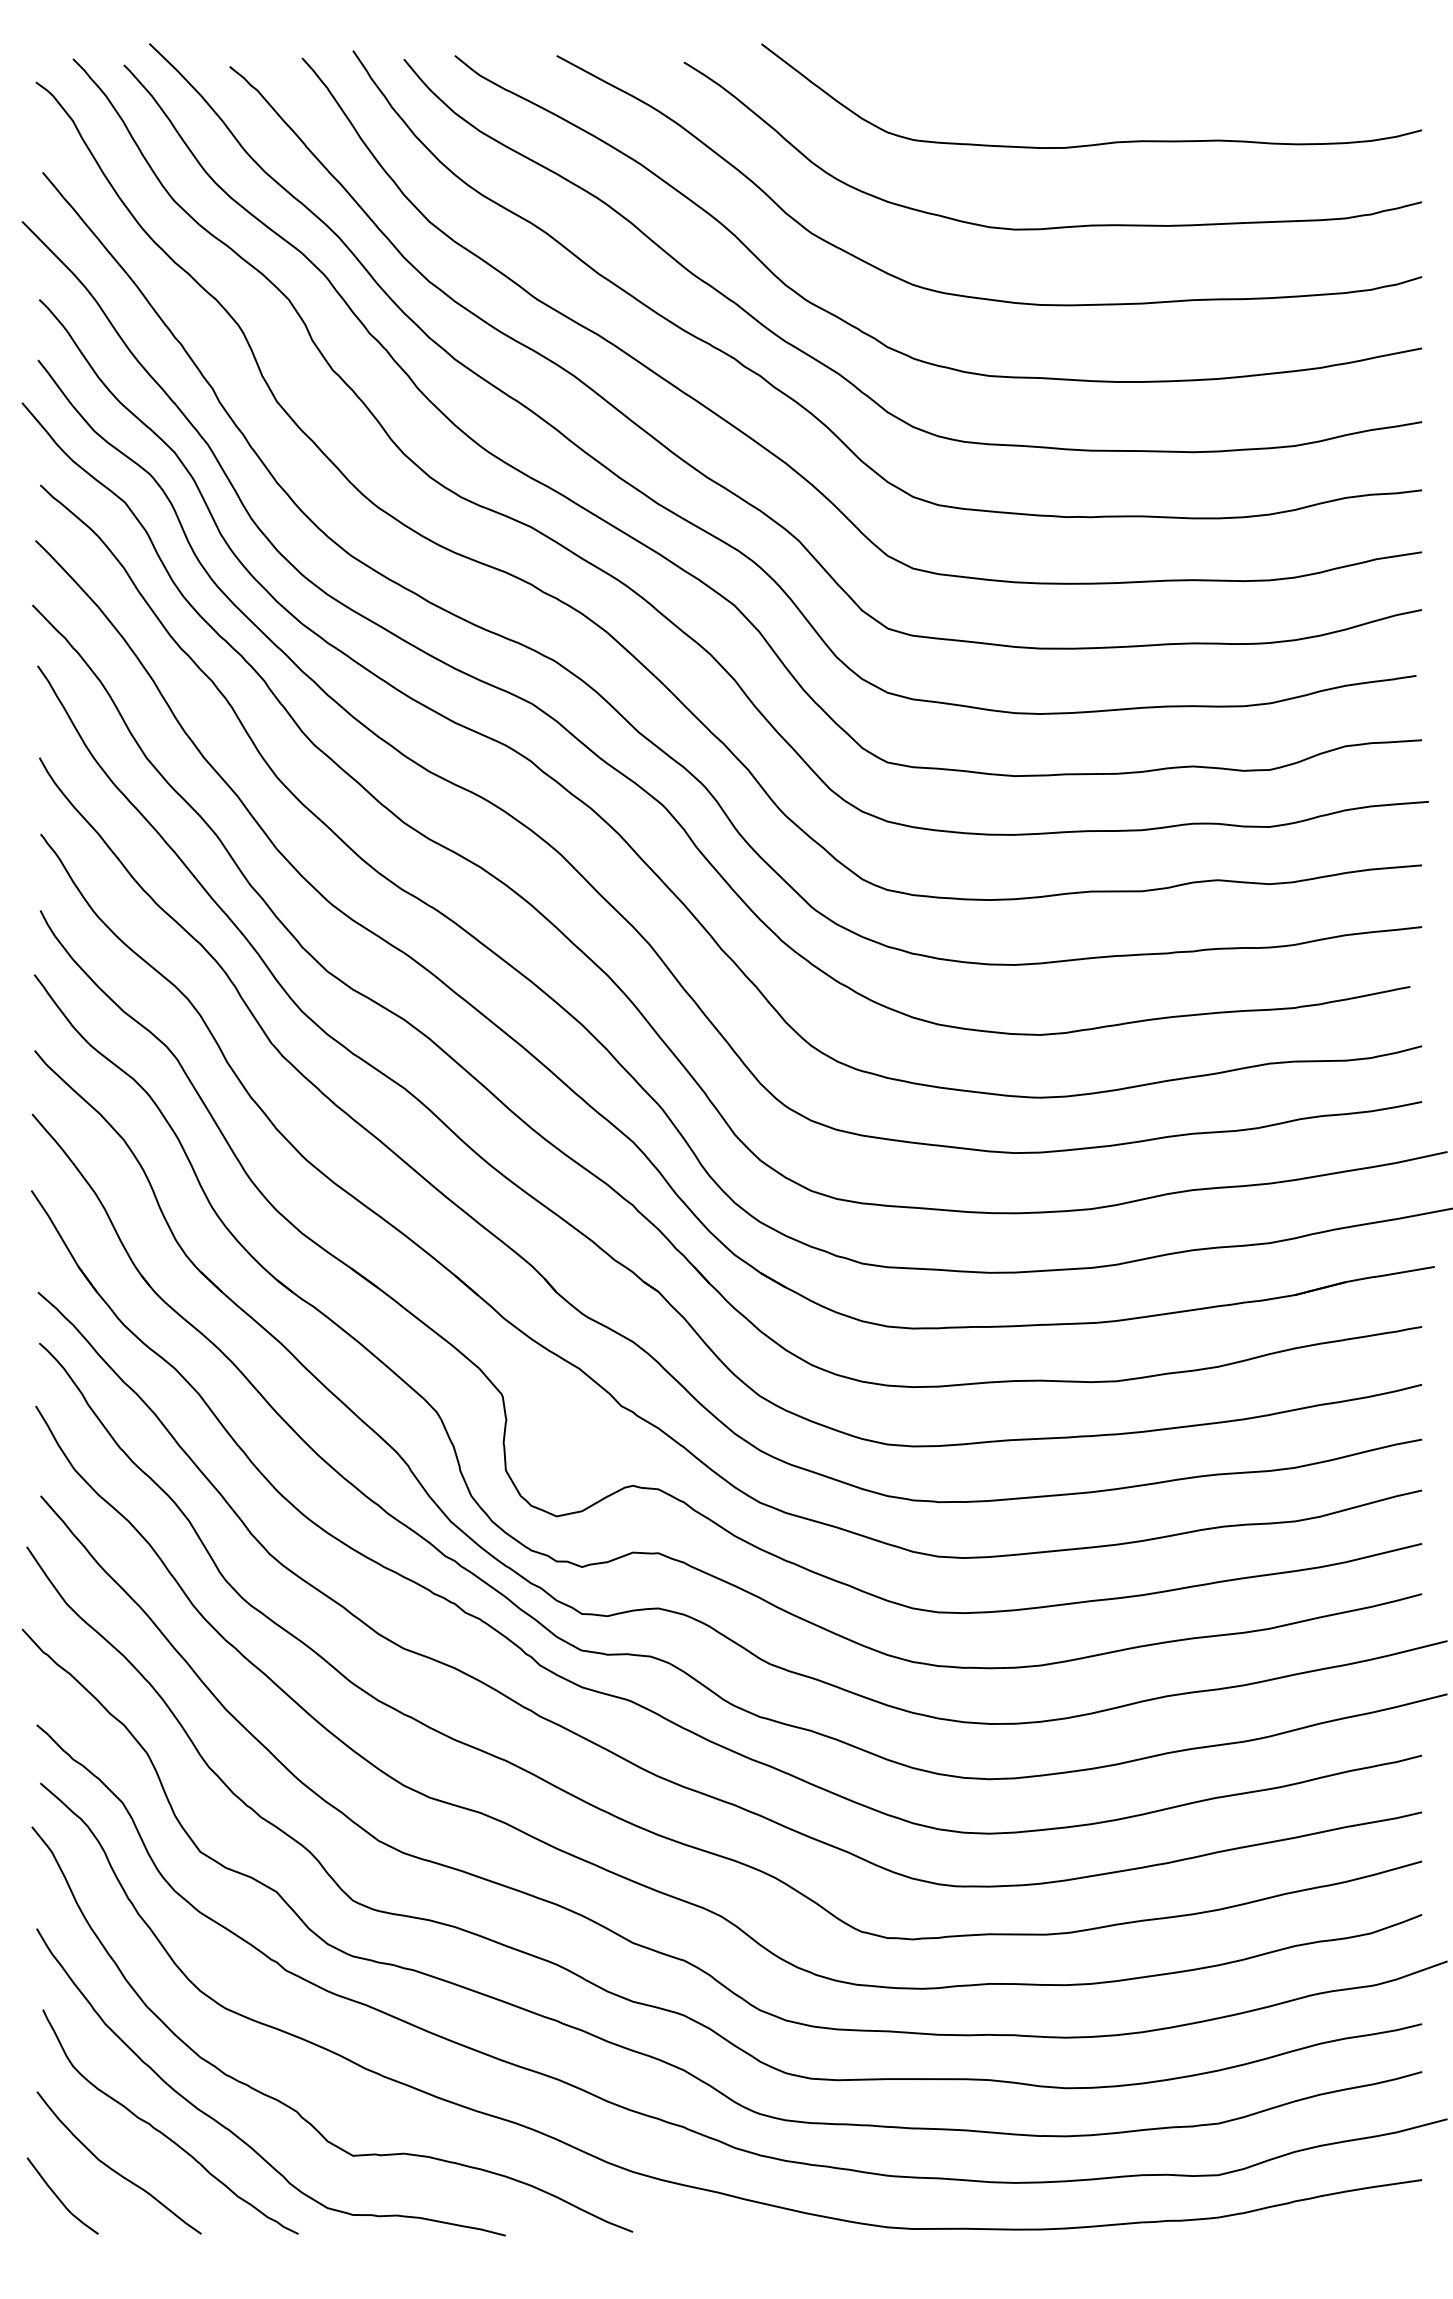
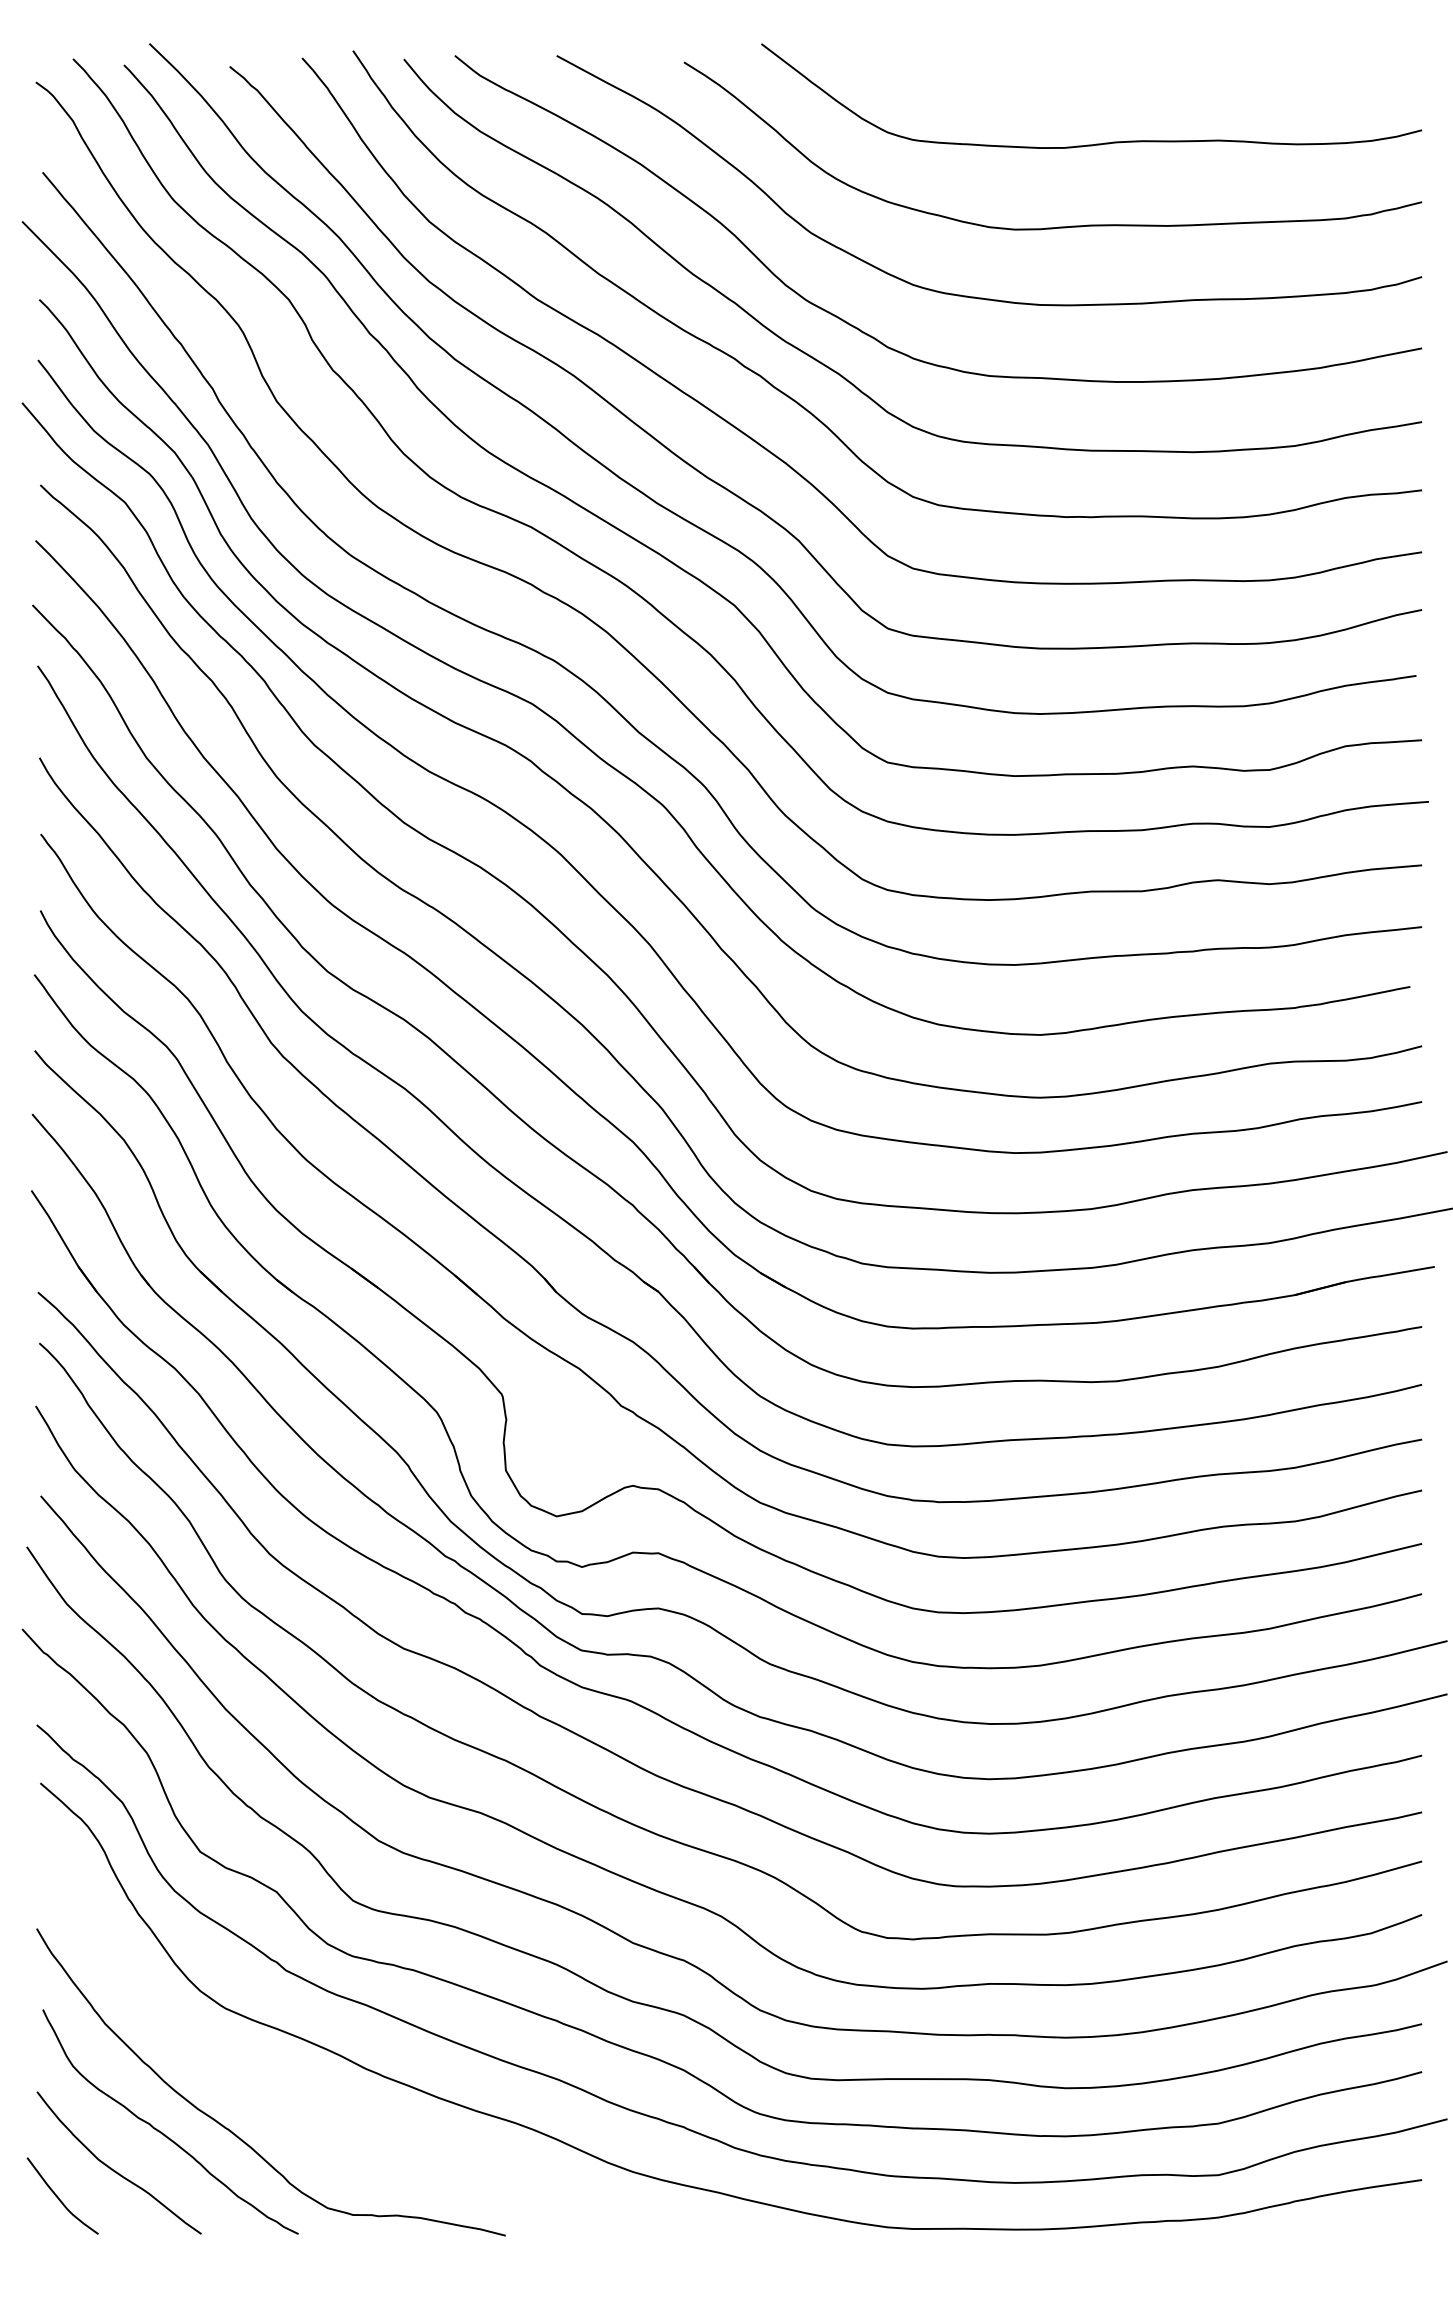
curve at (285, 2103): present -> none
